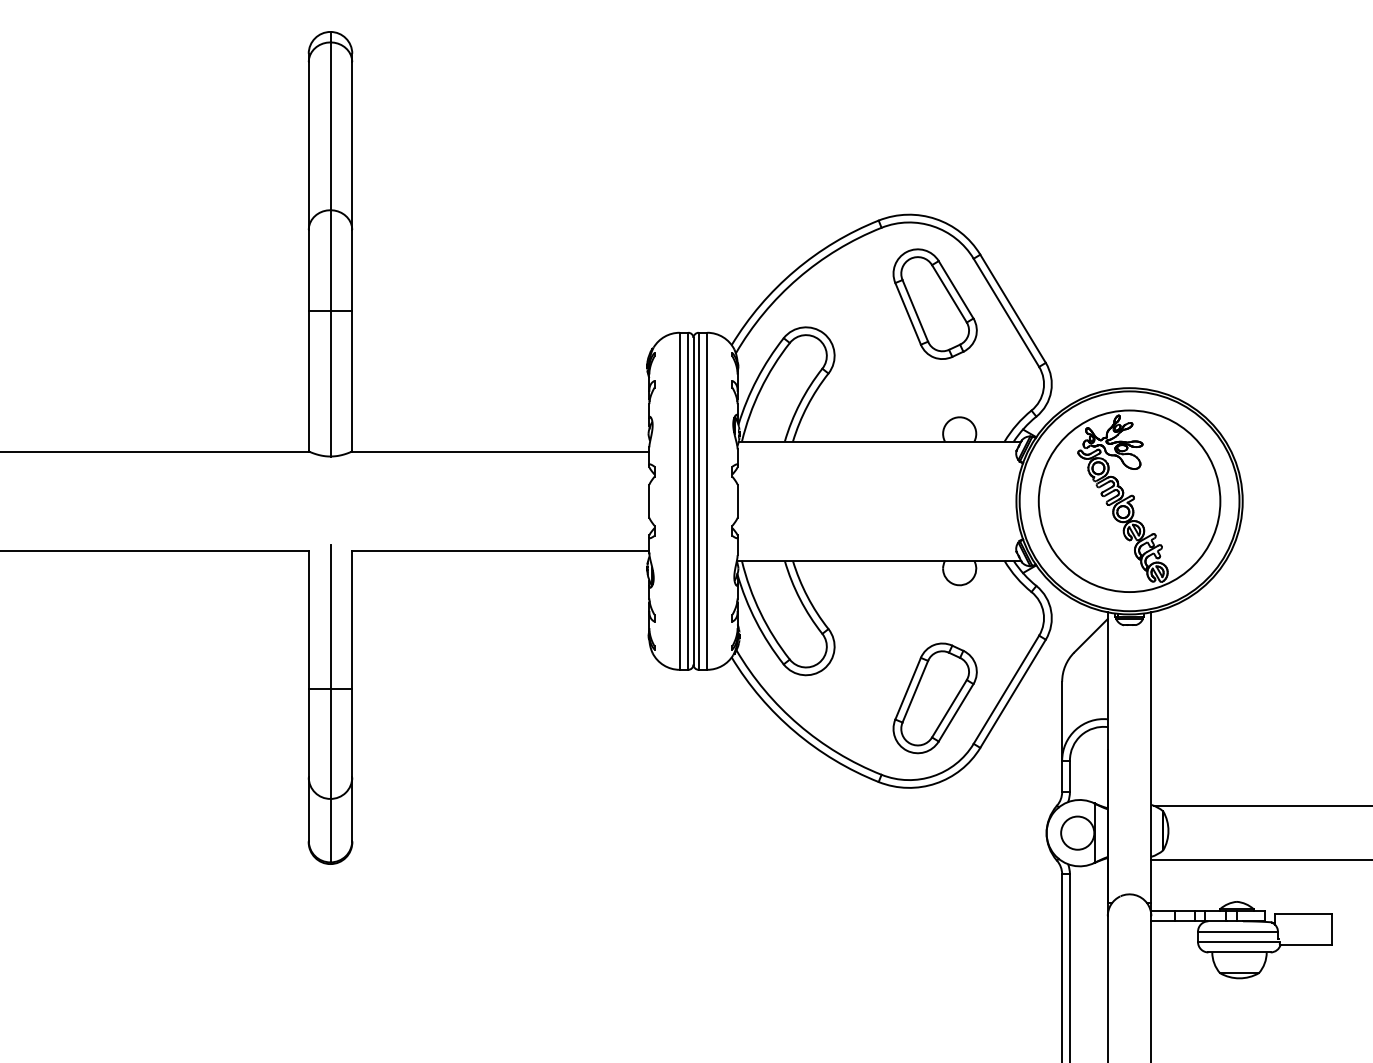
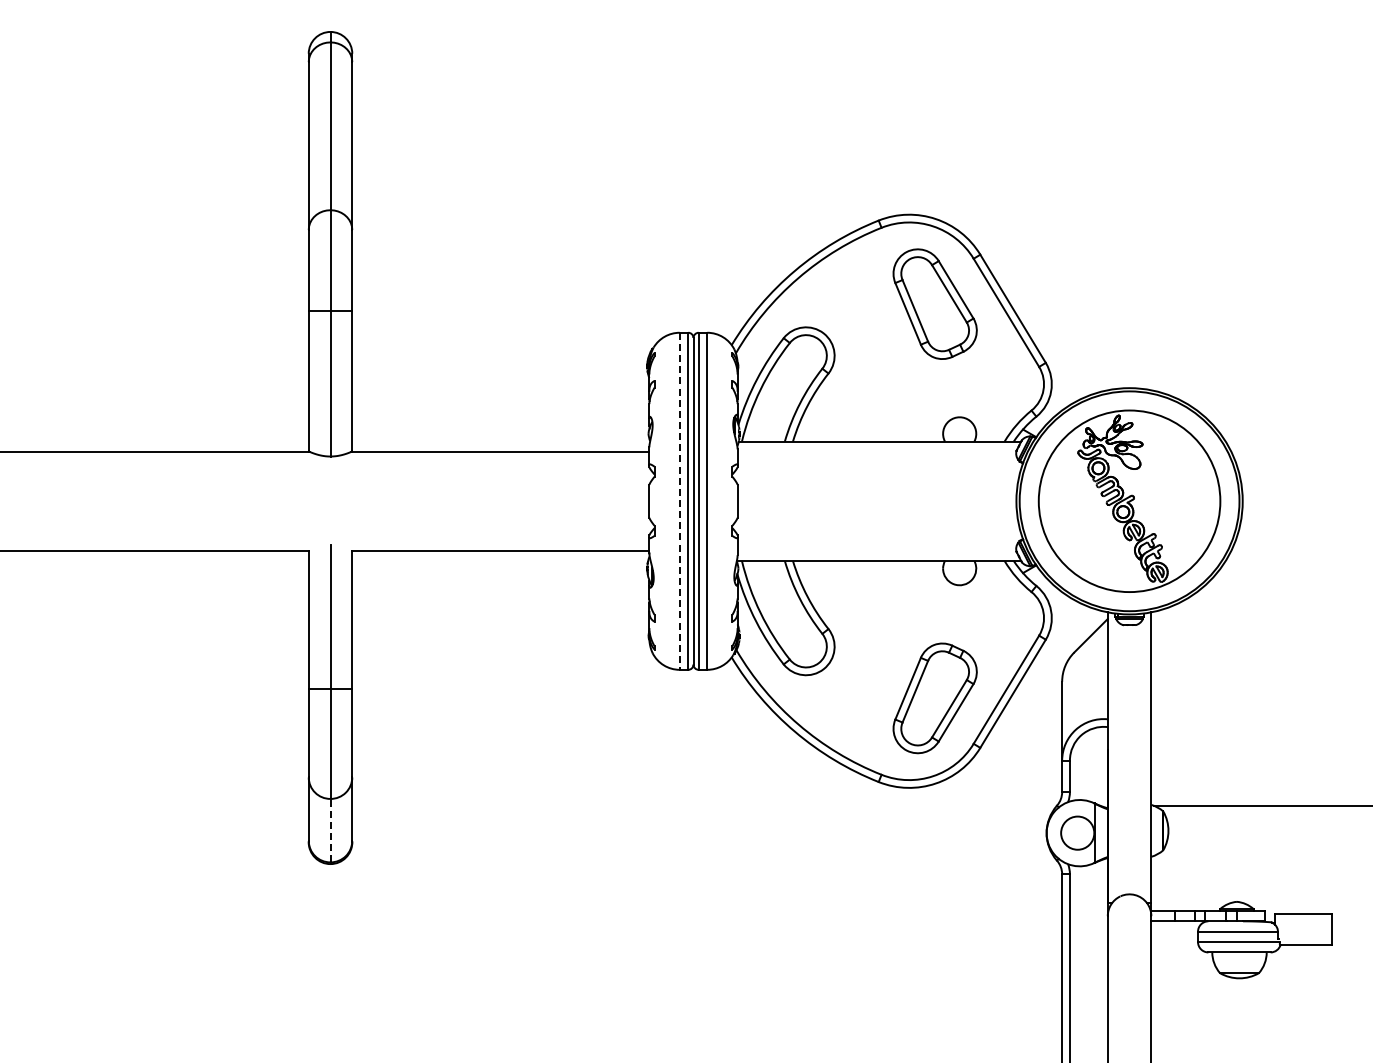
line at (679, 501): solid -> dashed
line at (330, 830): solid -> dashed
line at (1260, 860): present -> none
